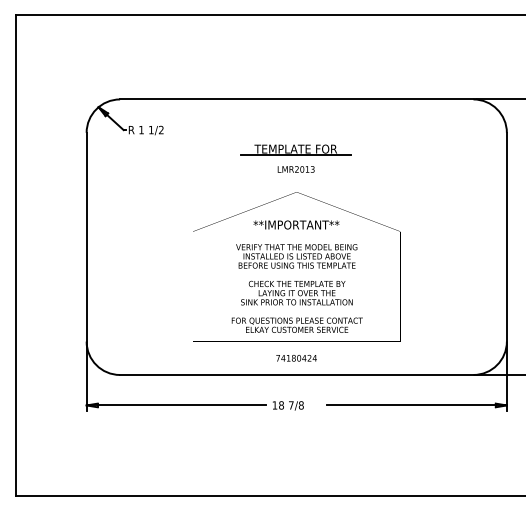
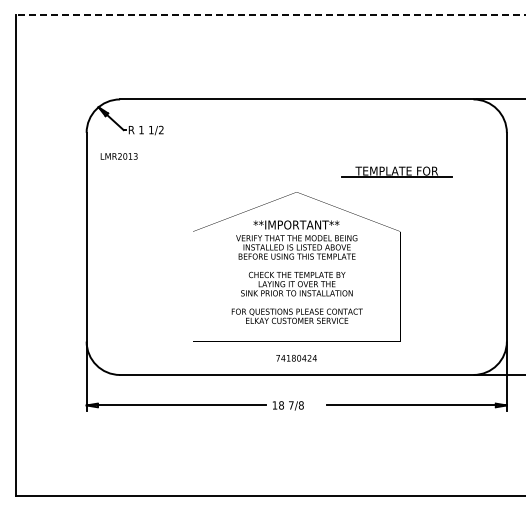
line at (270, 15): solid -> dashed
part at (295, 149) position: (295, 149) -> (396, 171)
text at (295, 169) position: (295, 169) -> (118, 156)
text at (296, 288) position: (296, 288) -> (296, 279)
